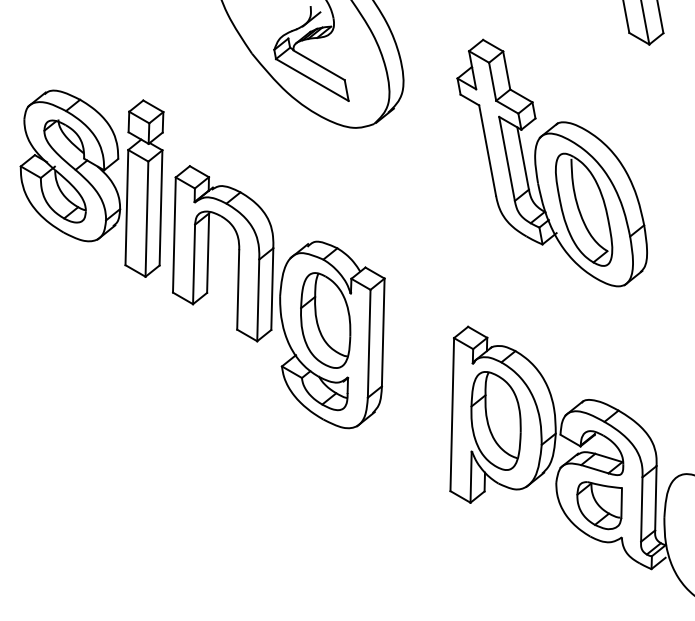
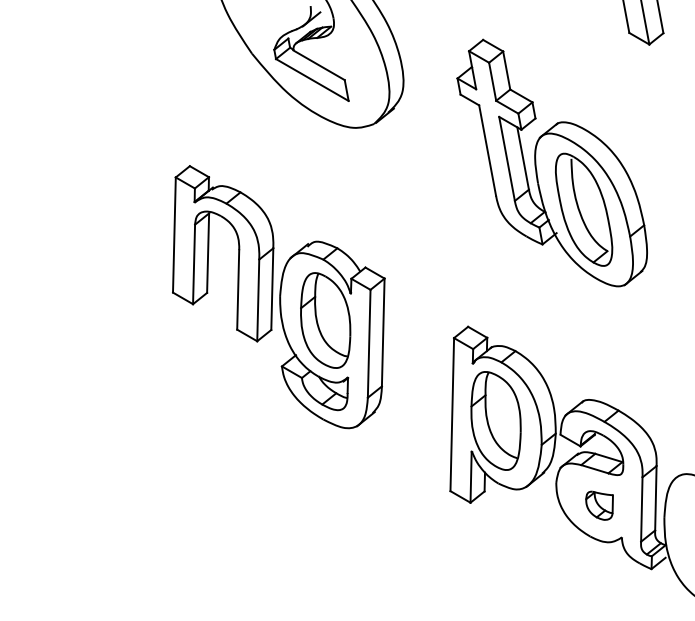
part at (91, 183): present -> none
part at (599, 505) size: 47x50 px -> 29x31 px
